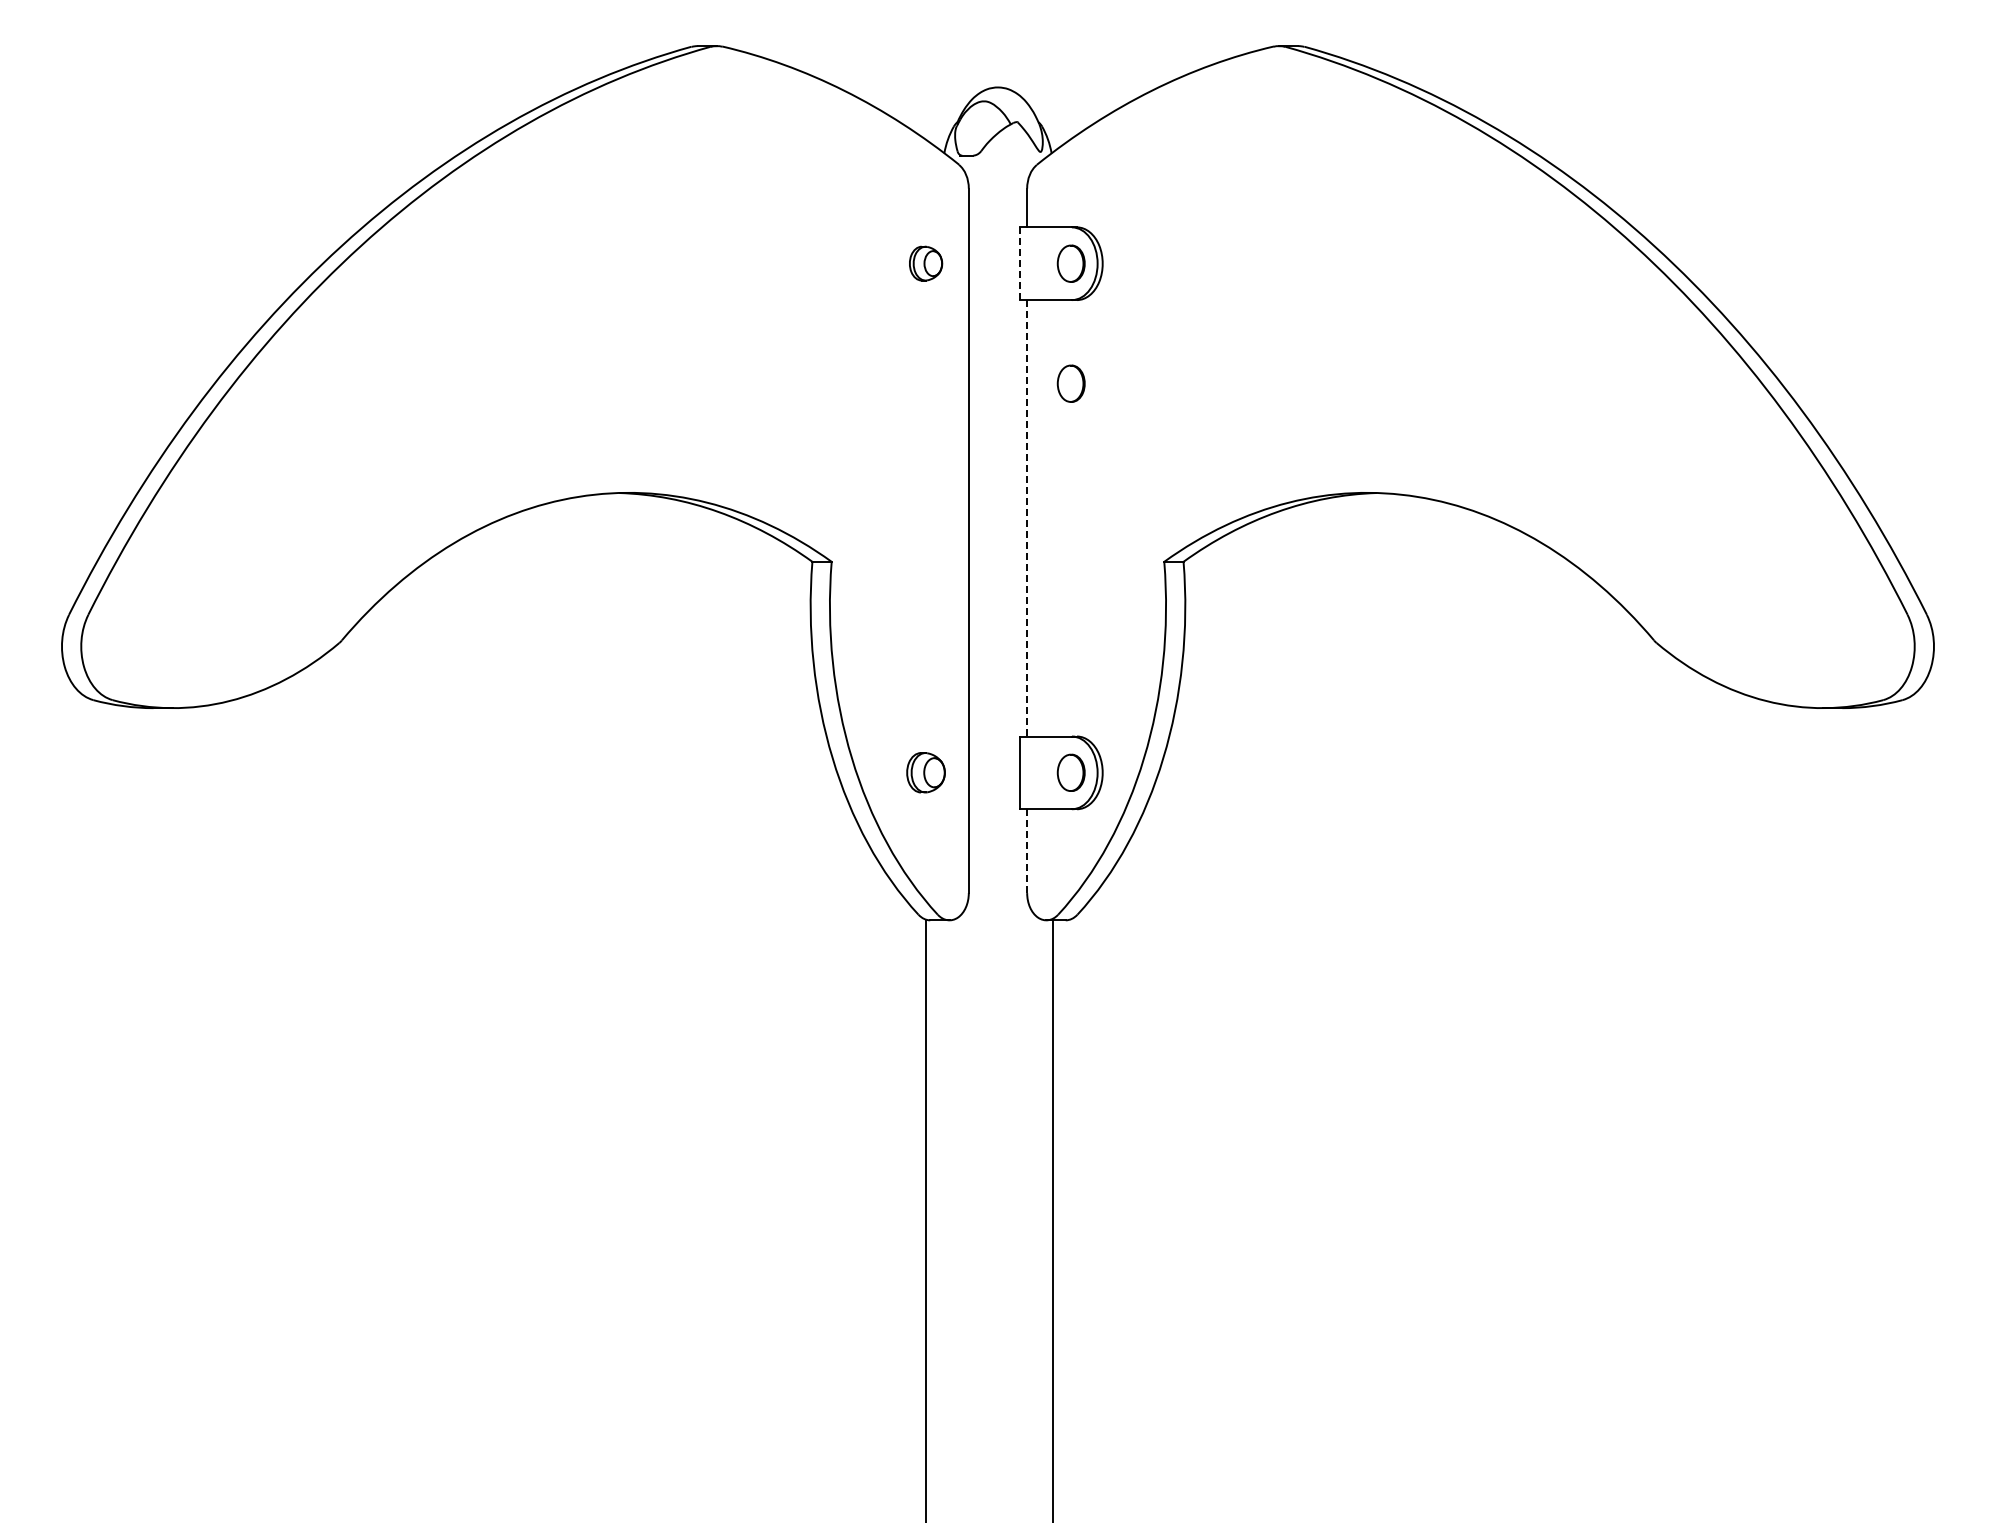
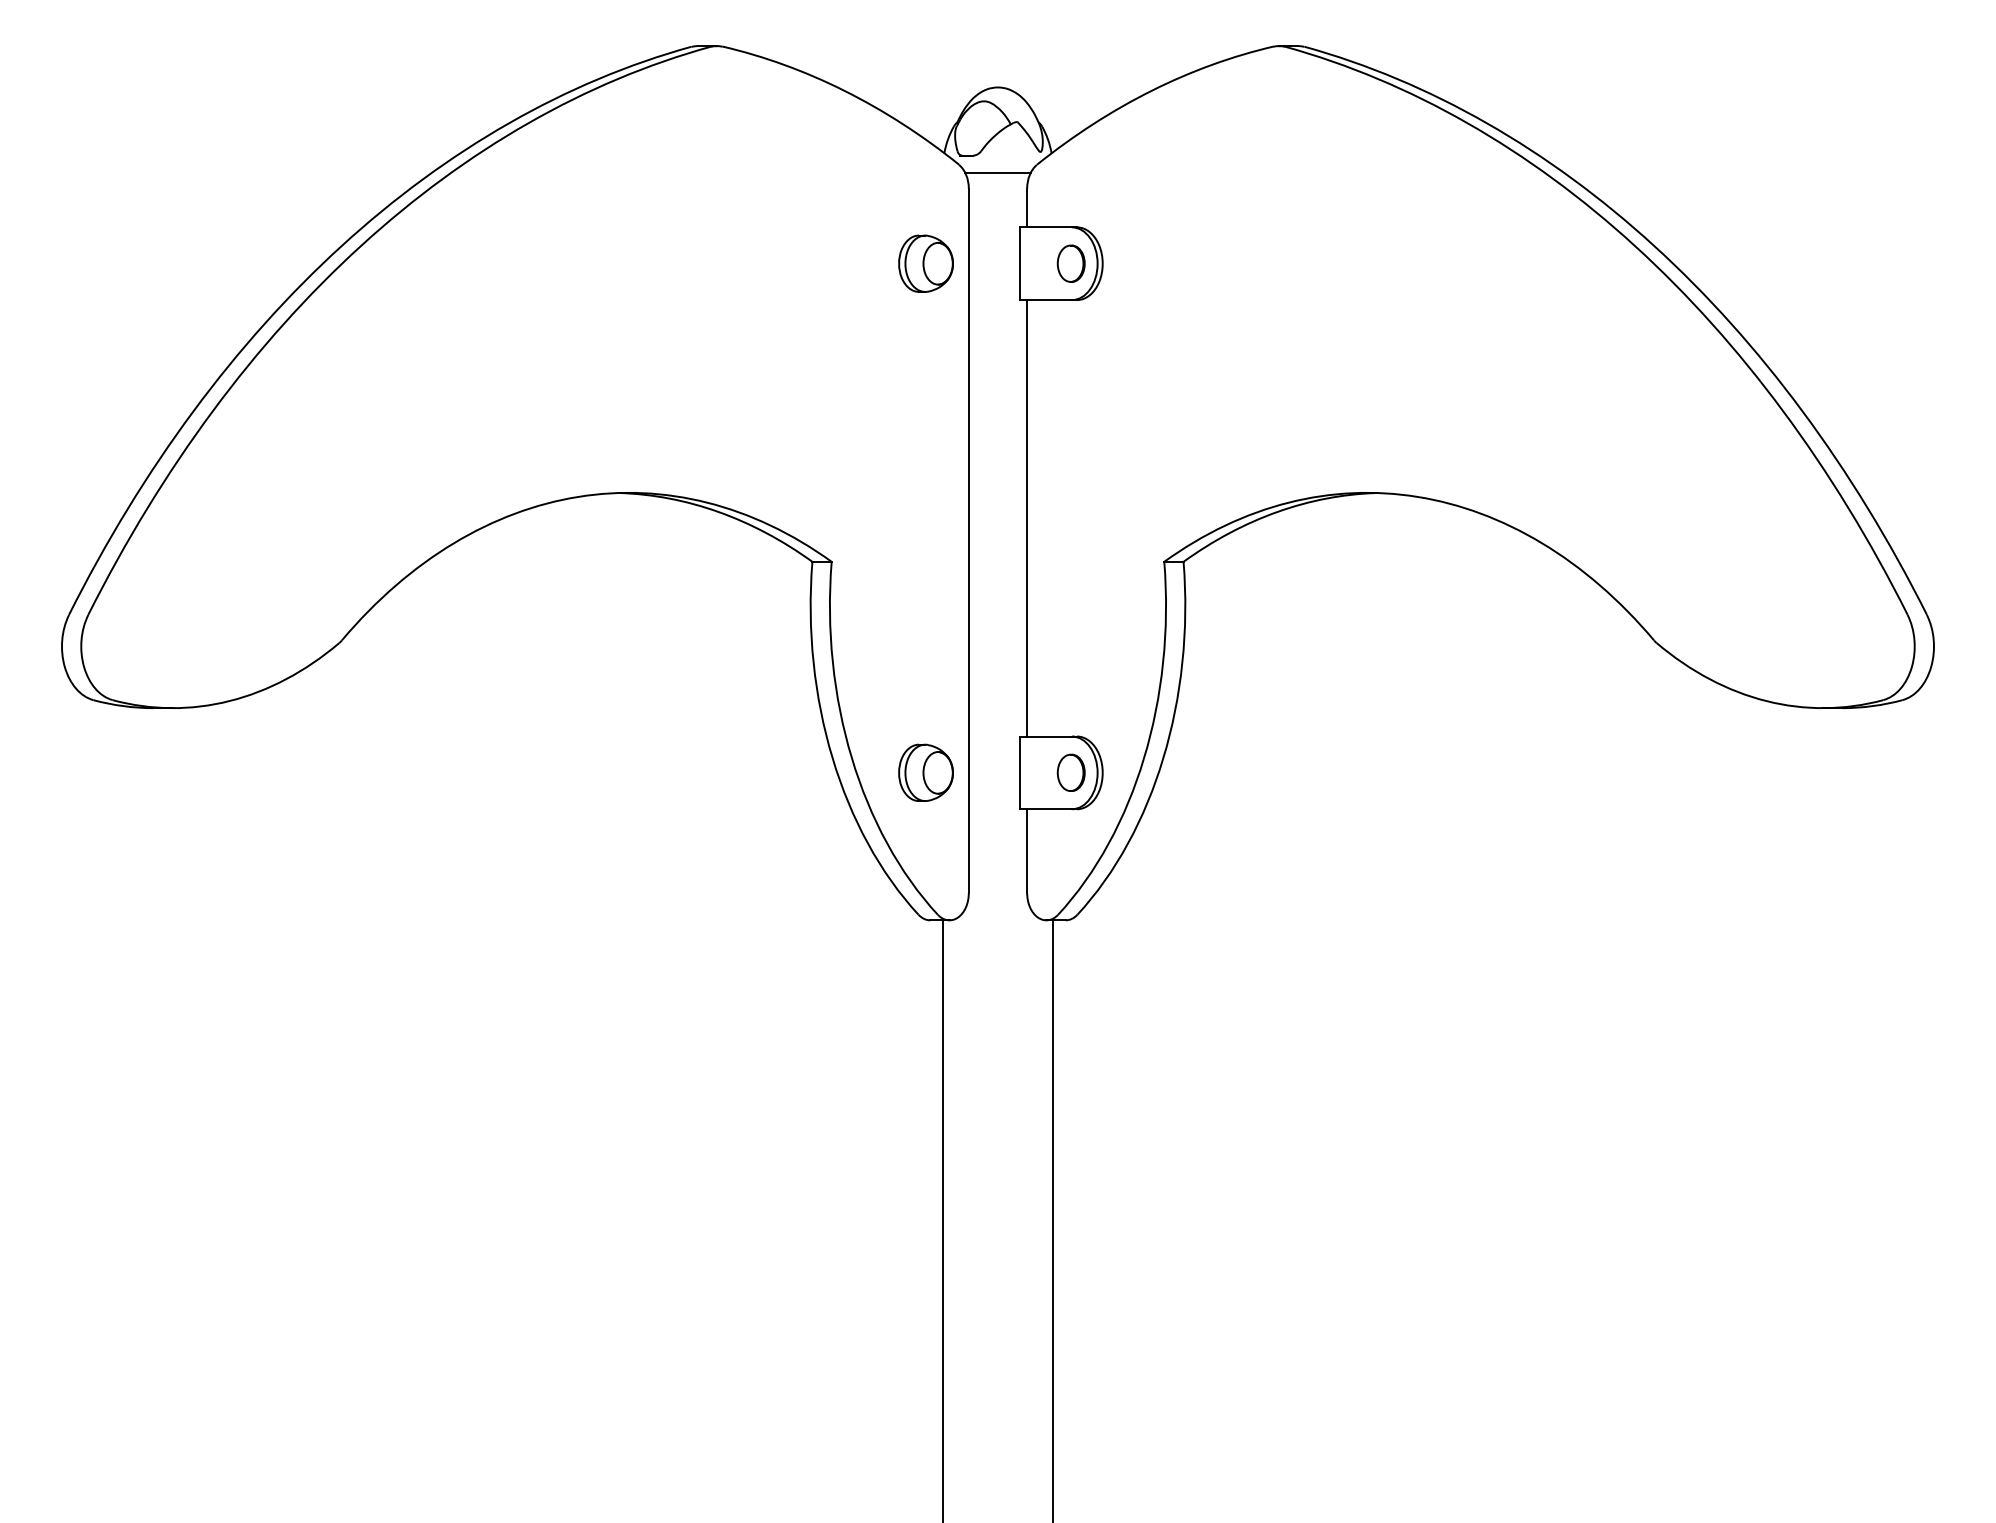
line at (997, 172): none -> present
part at (926, 263) size: 35x37 px -> 56x59 px
line at (1020, 263): dashed -> solid
part at (1070, 383): present -> none
line at (1027, 518): dashed -> solid
part at (925, 772) size: 40x42 px -> 56x59 px
line at (1027, 851): dashed -> solid
line at (926, 1219) position: (926, 1219) -> (943, 1219)
